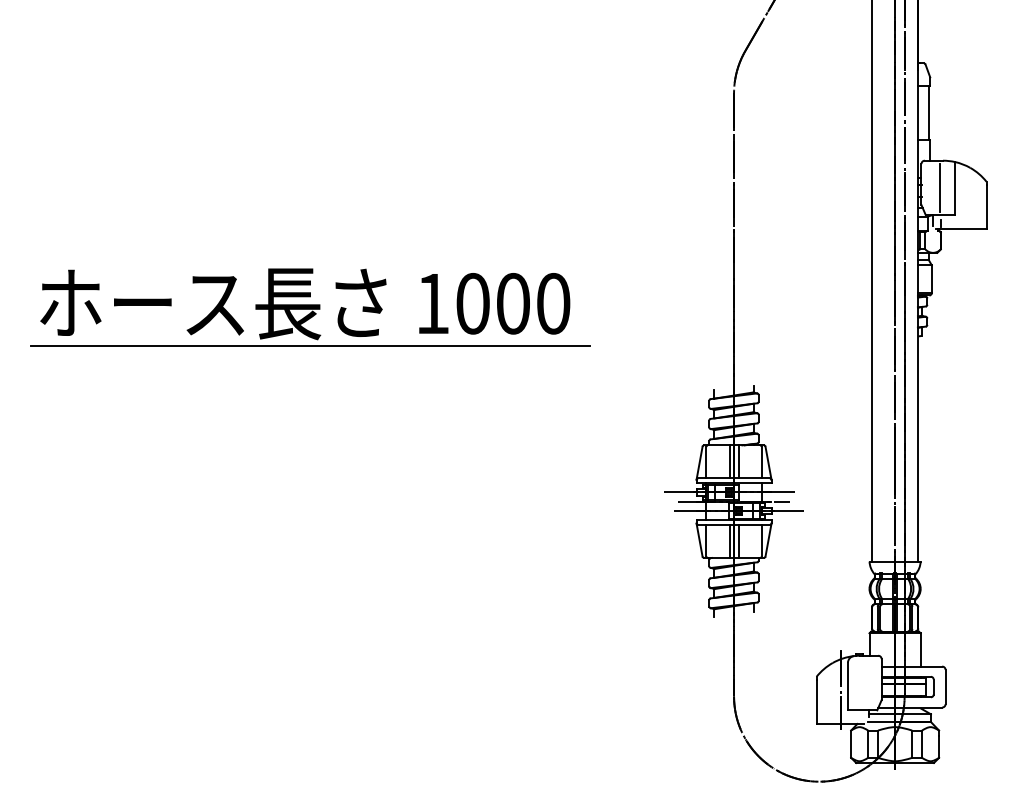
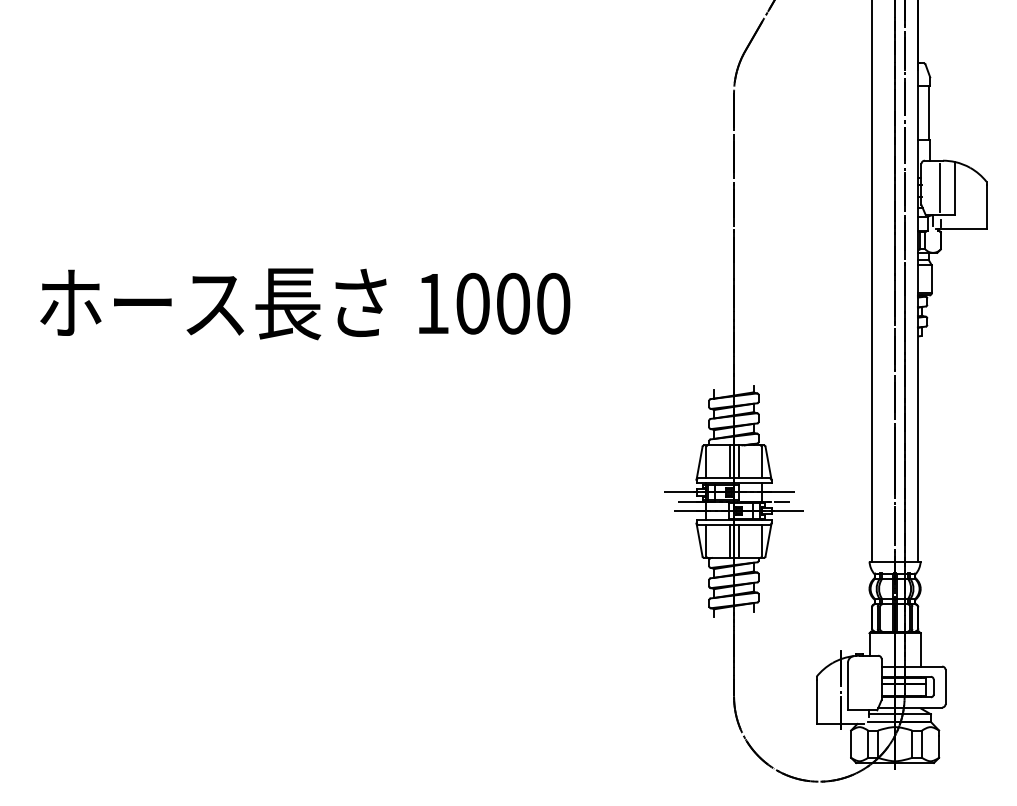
line at (310, 346): present -> none
